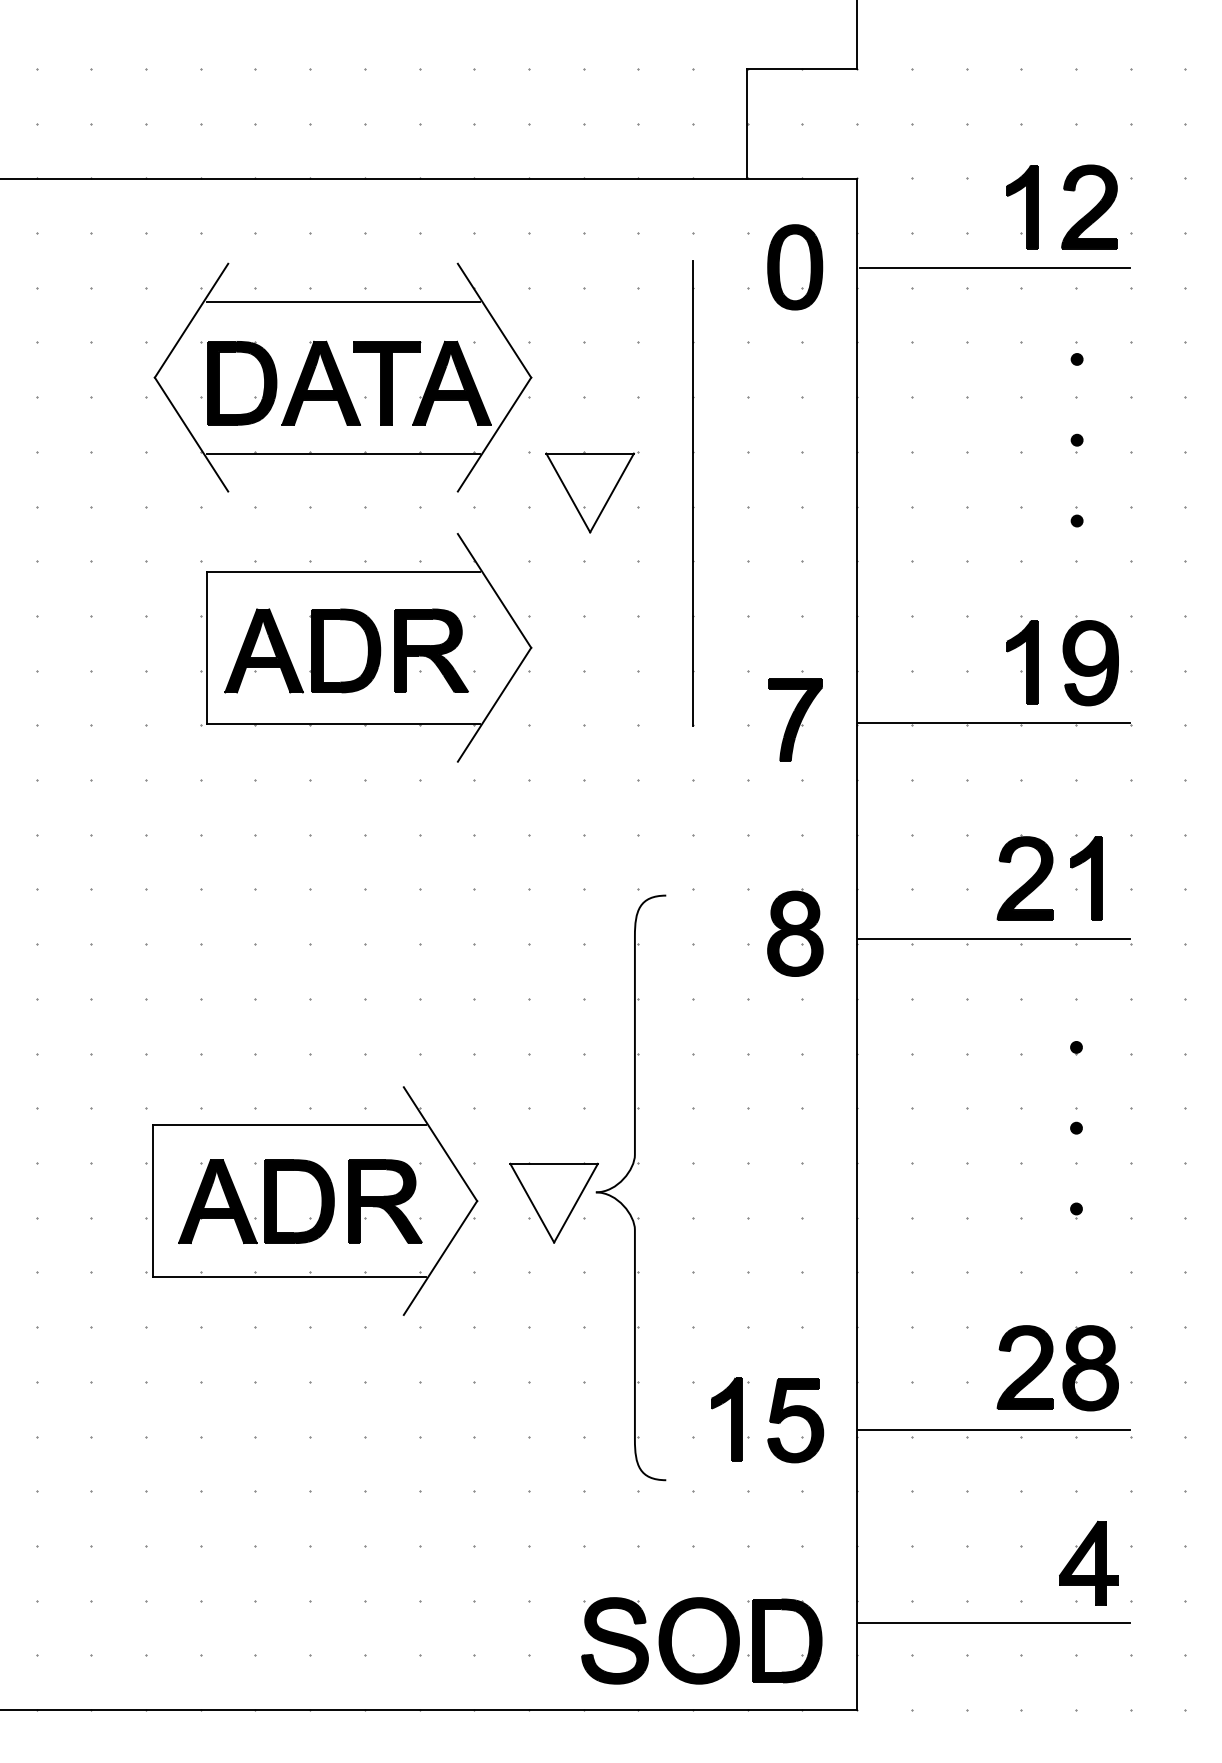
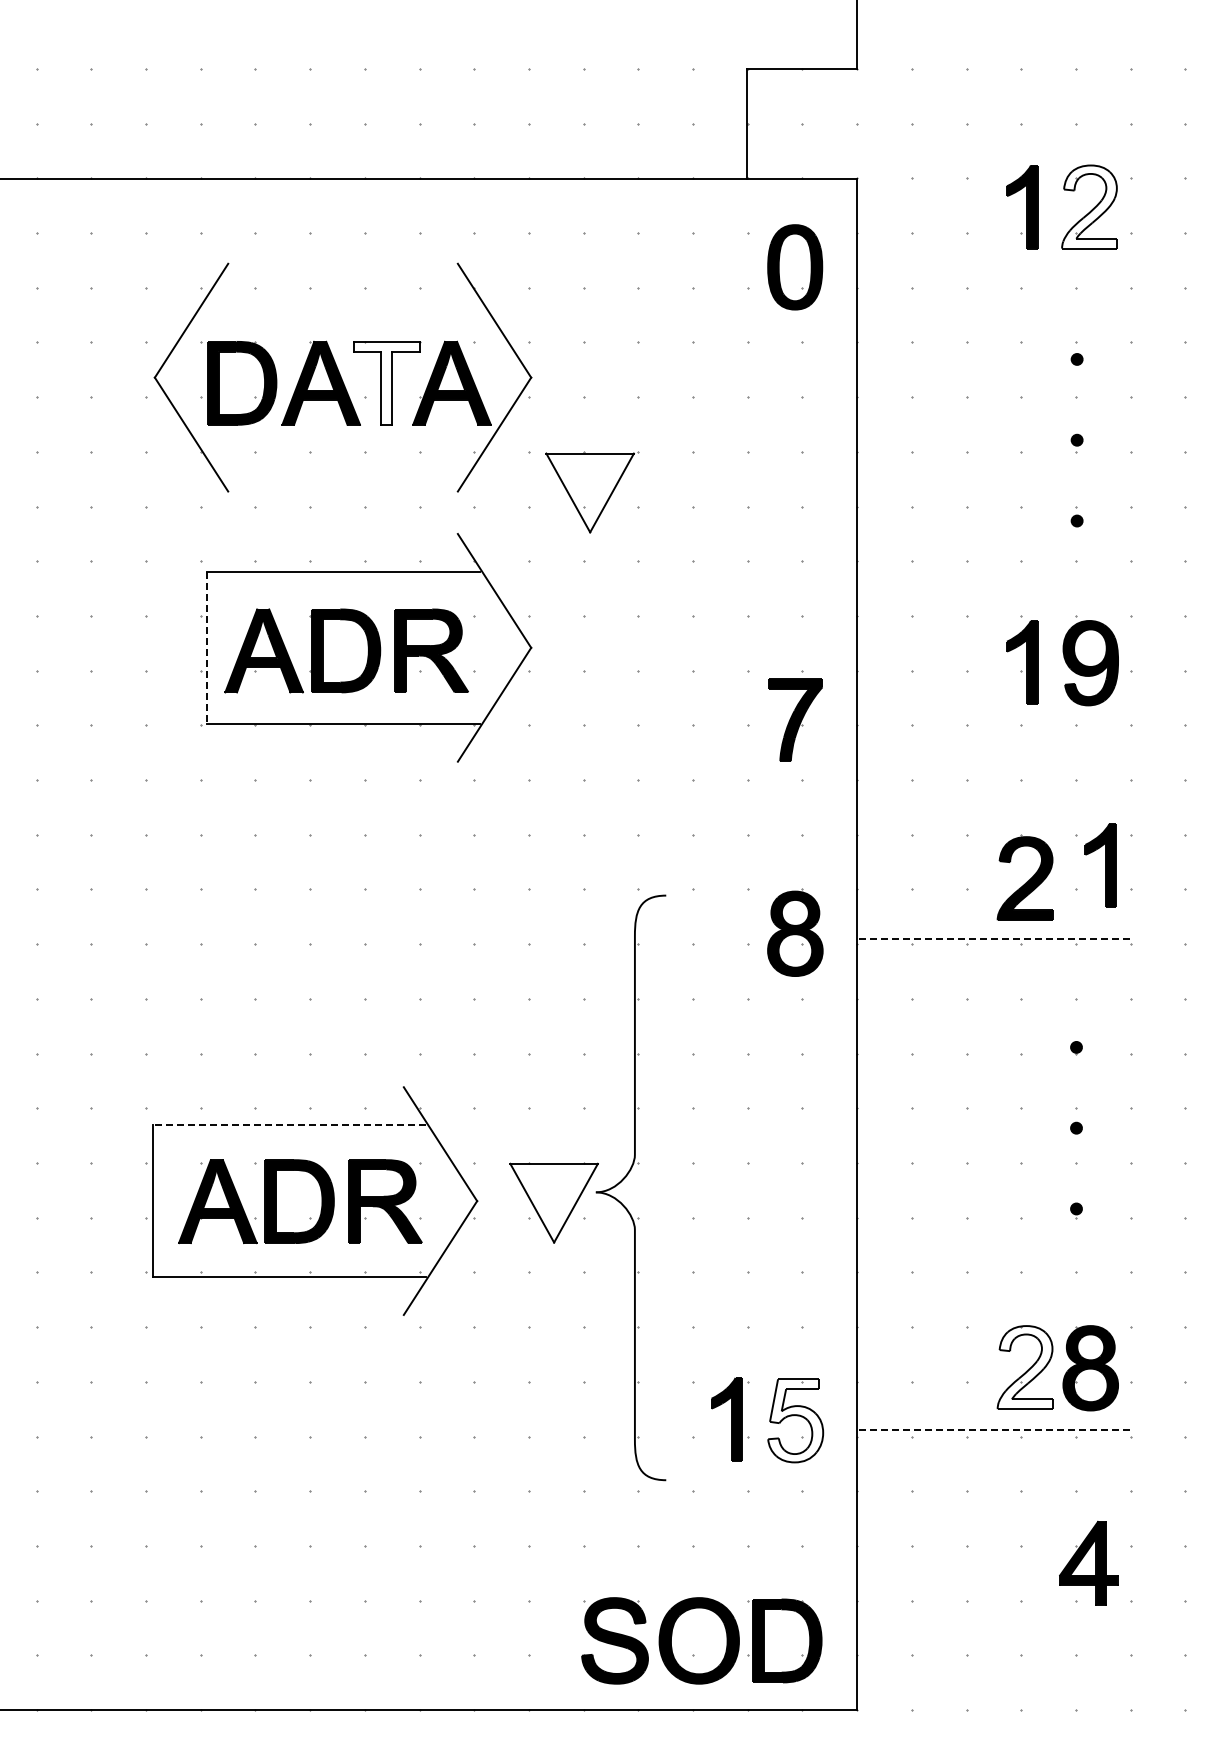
fill at (1089, 206): present -> none
line at (994, 267): present -> none
line at (343, 301): present -> none
fill at (386, 382): present -> none
line at (343, 453): present -> none
line at (692, 493): present -> none
line at (207, 647): solid -> dashed
line at (993, 723): present -> none
part at (1086, 878) position: (1086, 878) -> (1100, 865)
line at (993, 939): solid -> dashed
line at (288, 1125): solid -> dashed
fill at (1024, 1367): present -> none
fill at (795, 1420): present -> none
line at (993, 1429): solid -> dashed
line at (993, 1622): present -> none
